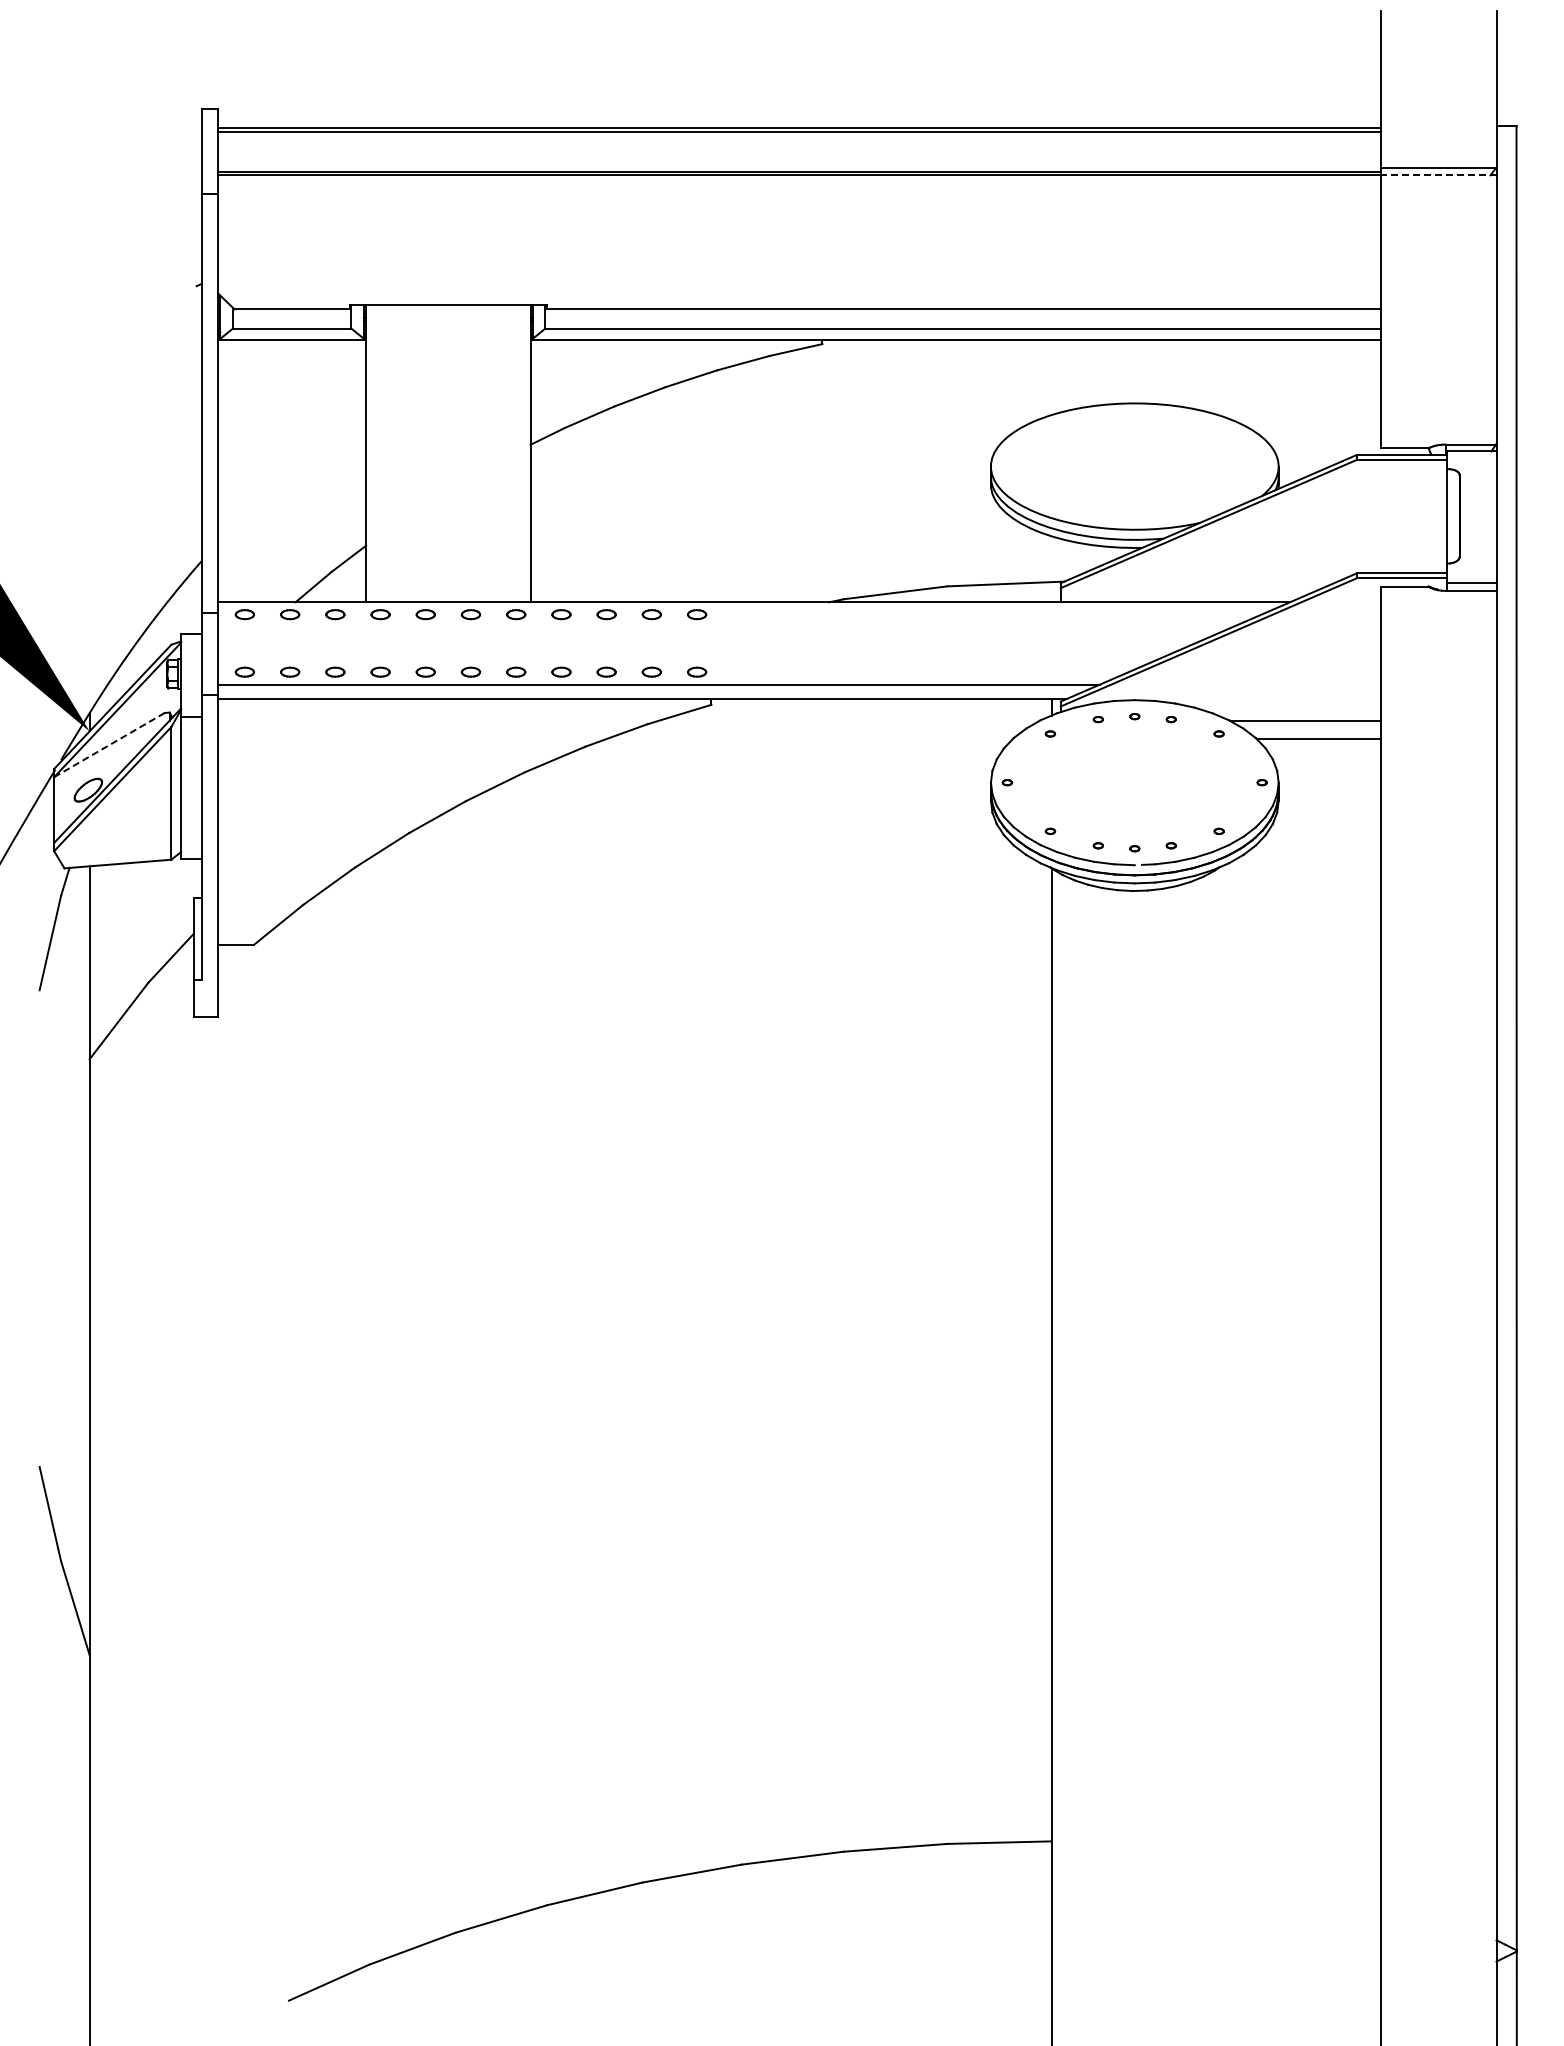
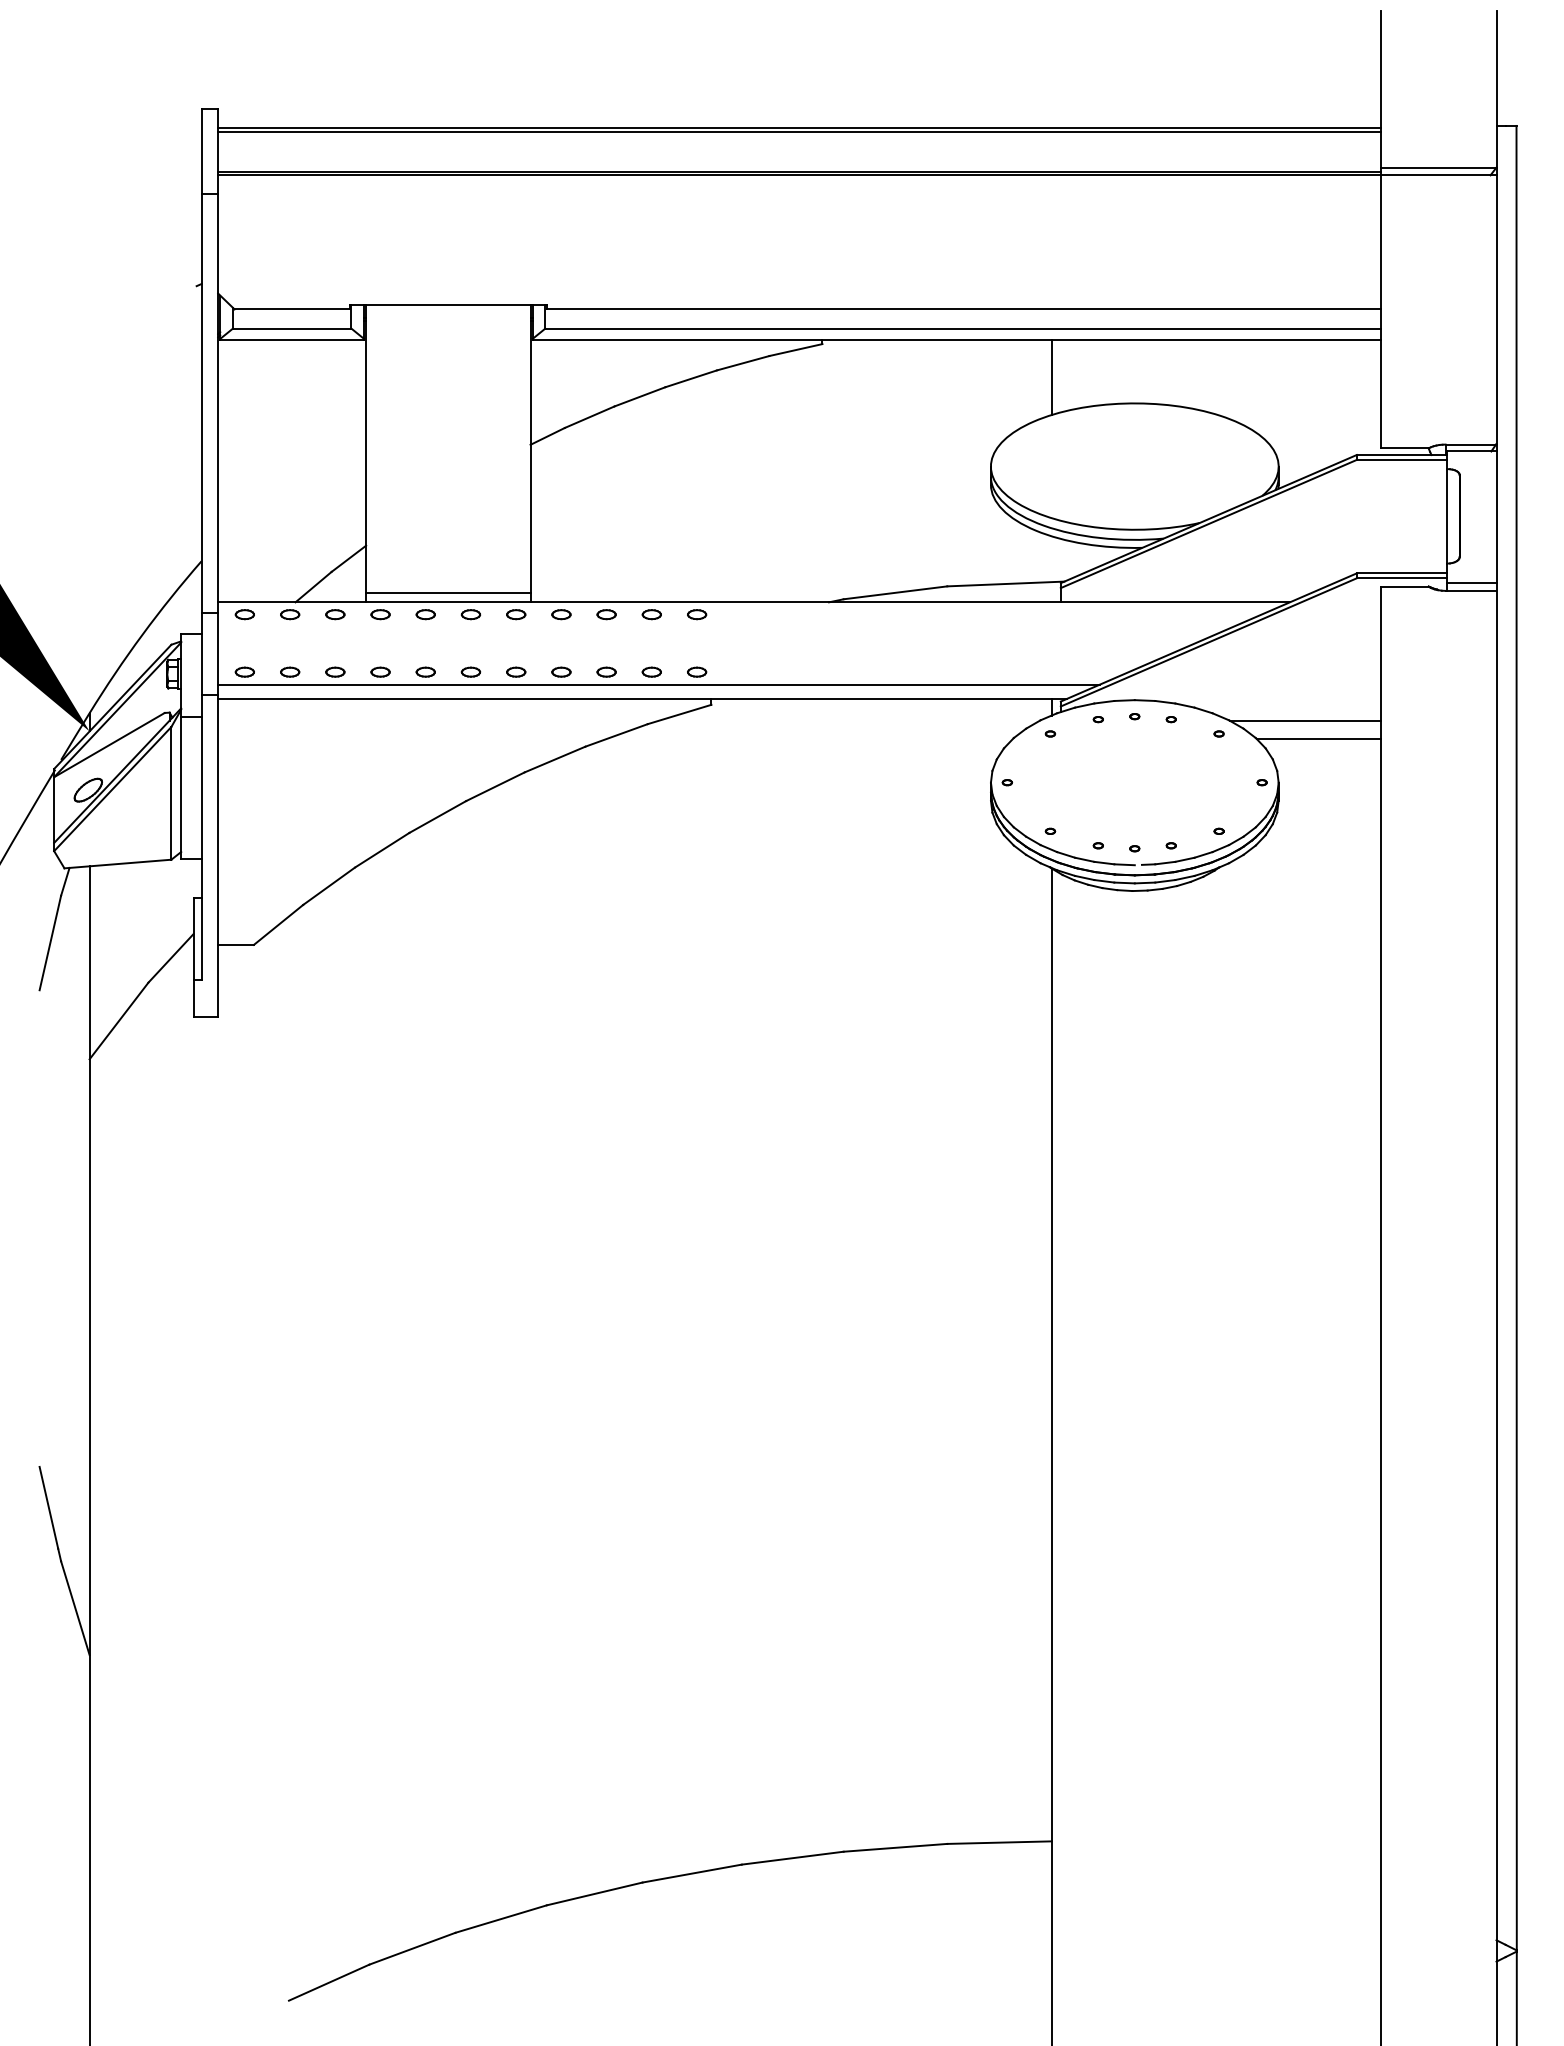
line at (1438, 175): dashed -> solid
line at (1051, 377): none -> present
line at (448, 593): none -> present
line at (109, 745): dashed -> solid
